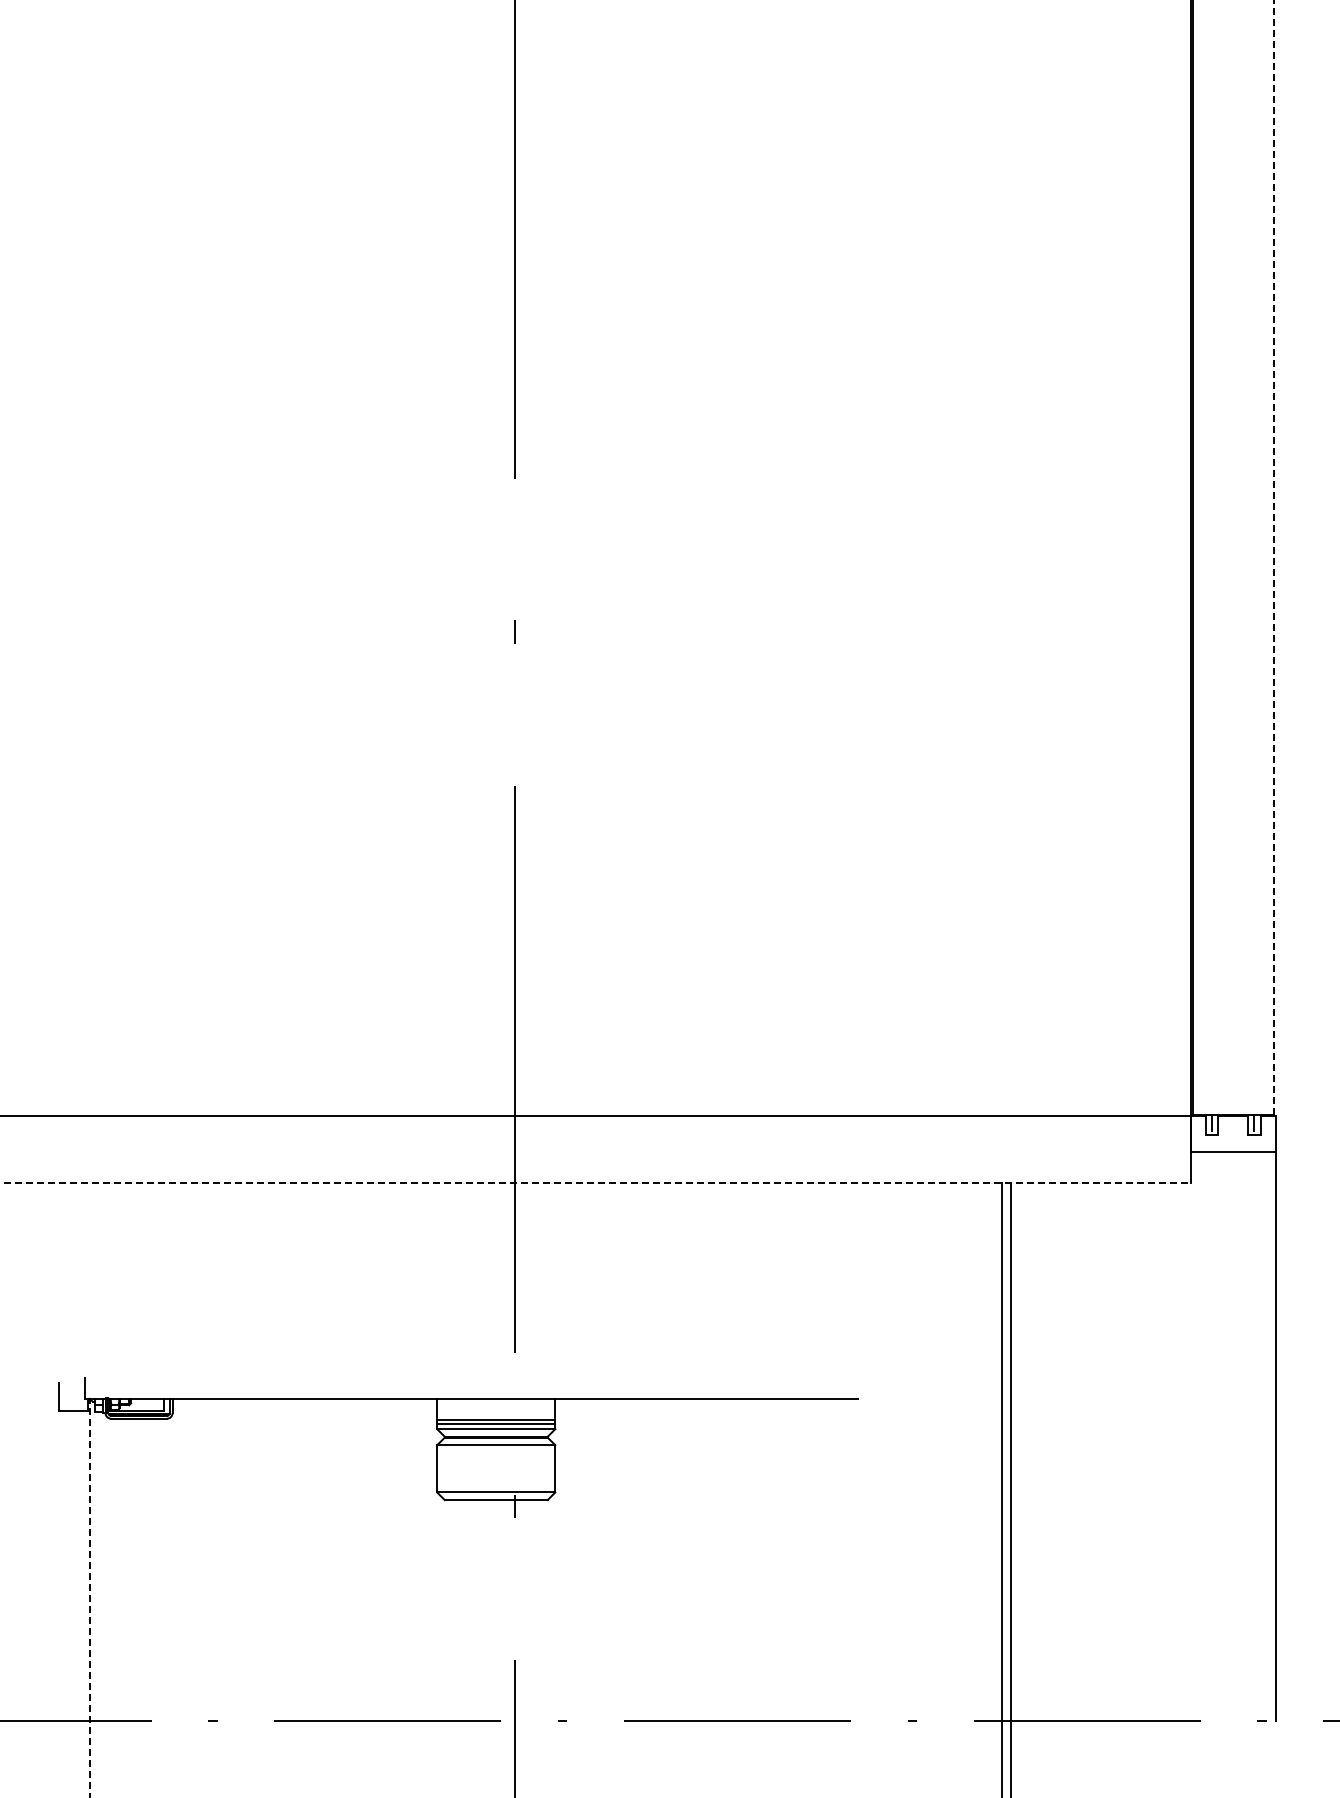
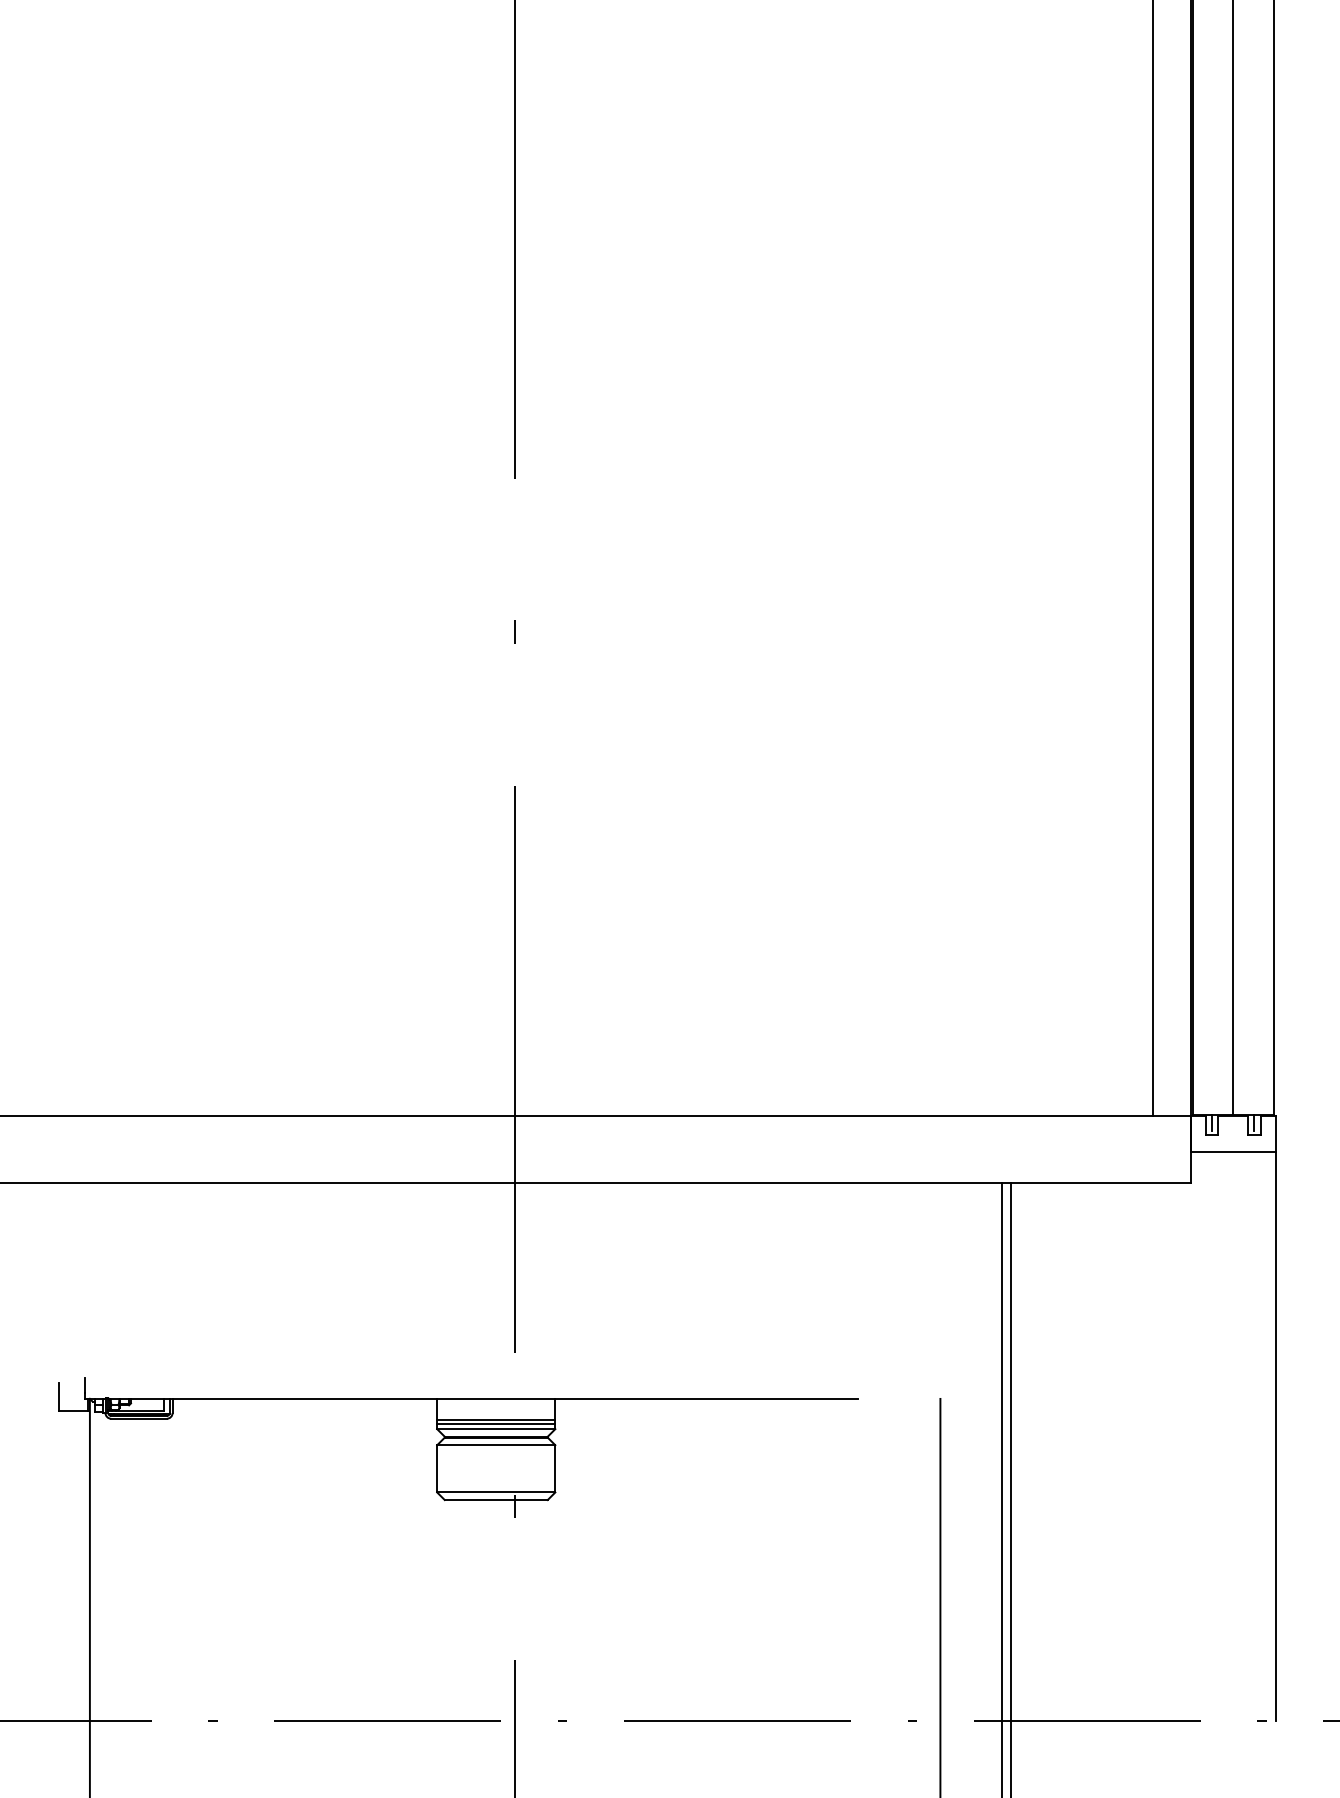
line at (1273, 556): dashed -> solid
line at (1233, 558): none -> present
line at (1153, 559): none -> present
line at (596, 1182): dashed -> solid
line at (940, 1596): none -> present
line at (89, 1597): dashed -> solid
